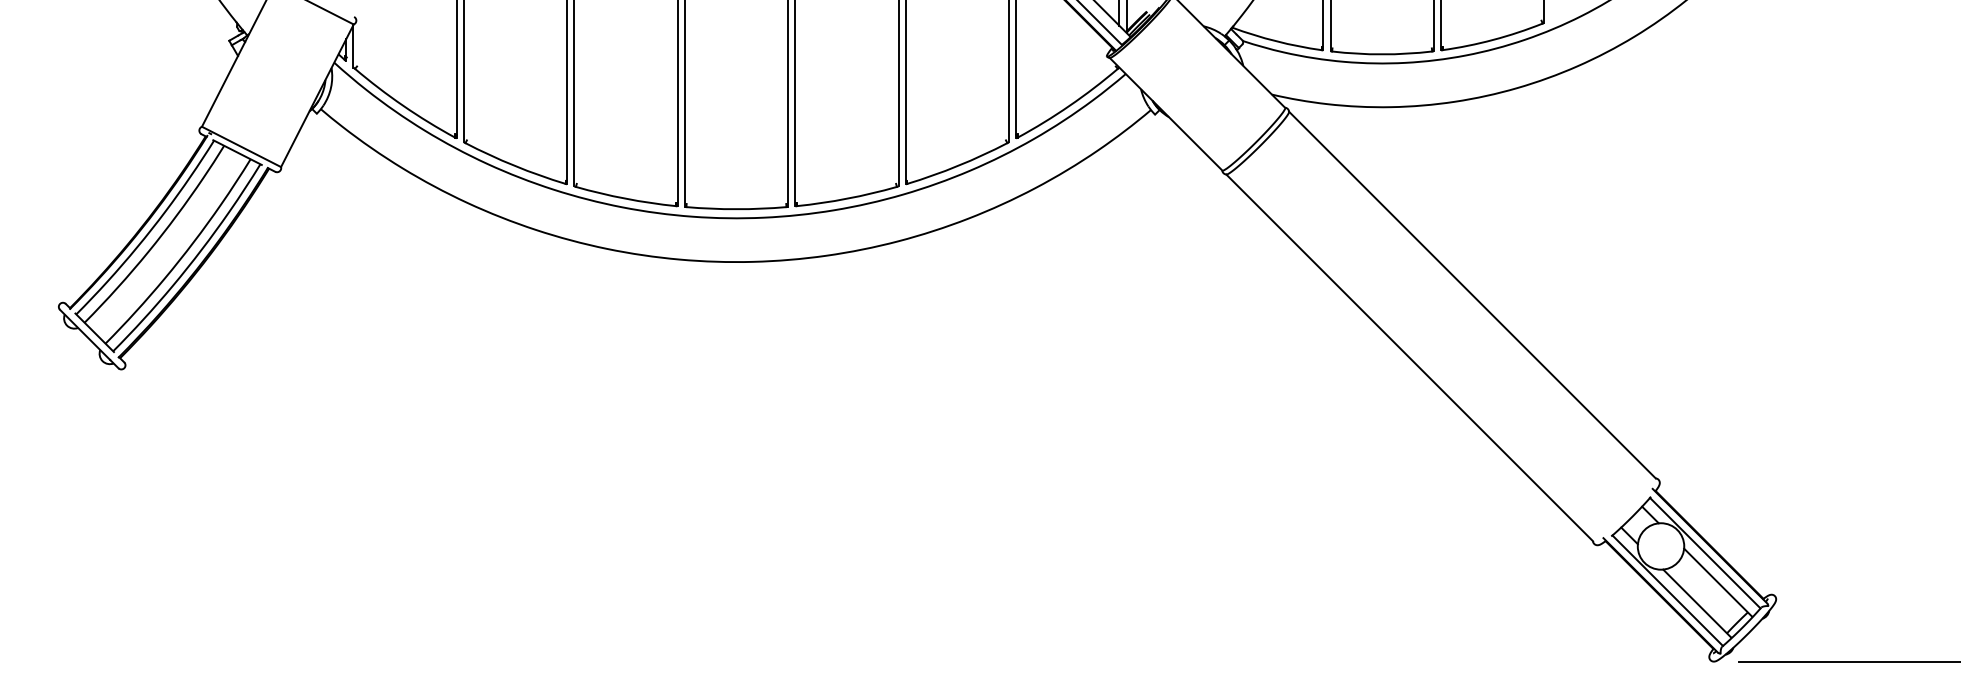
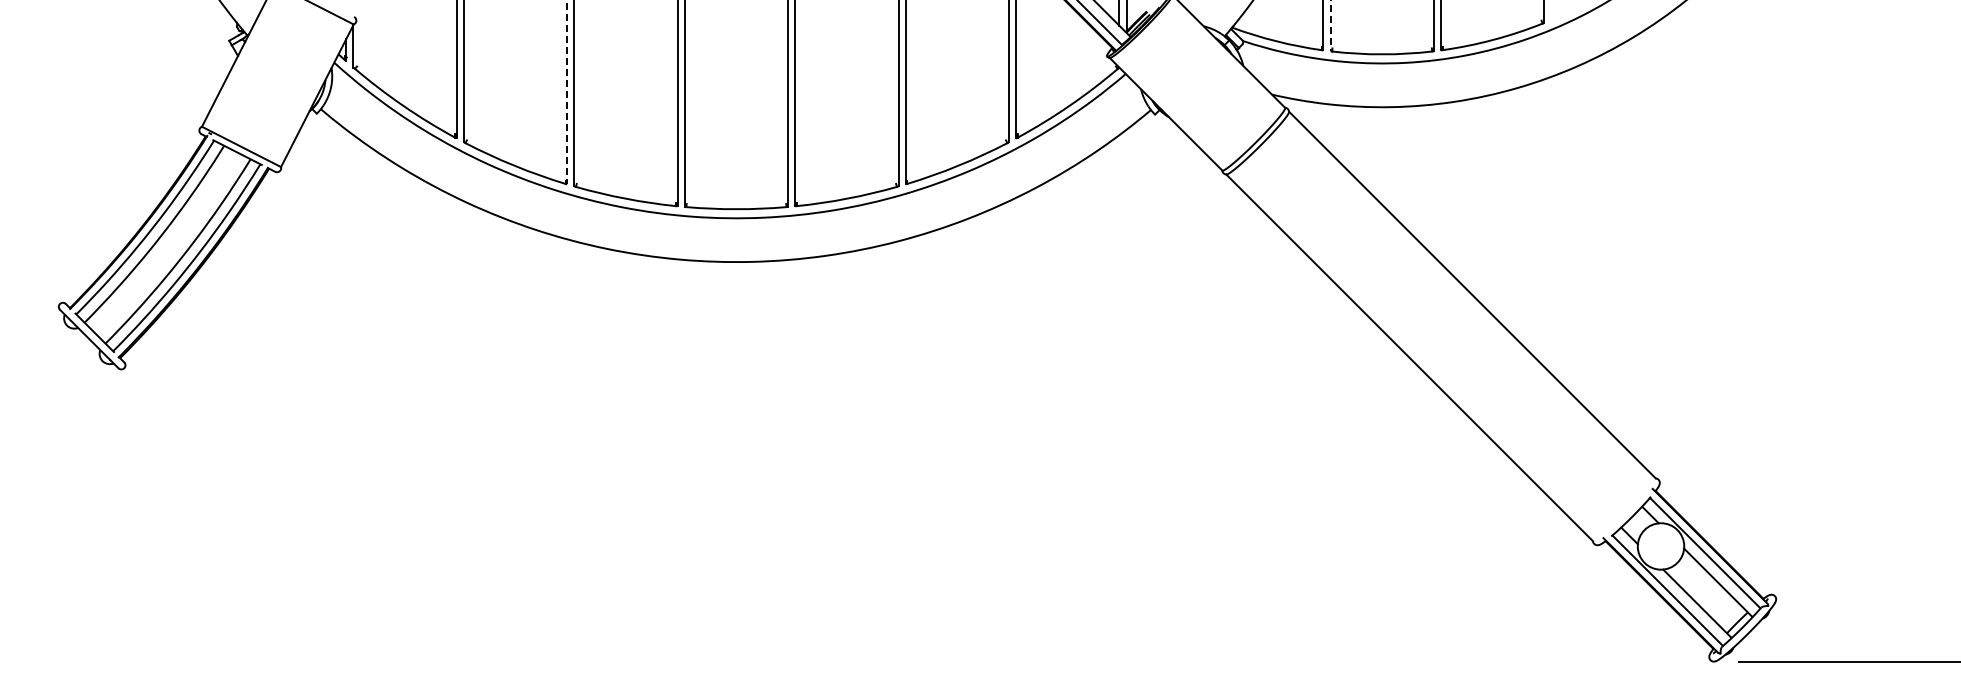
line at (1330, 26): solid -> dashed
line at (567, 92): solid -> dashed
